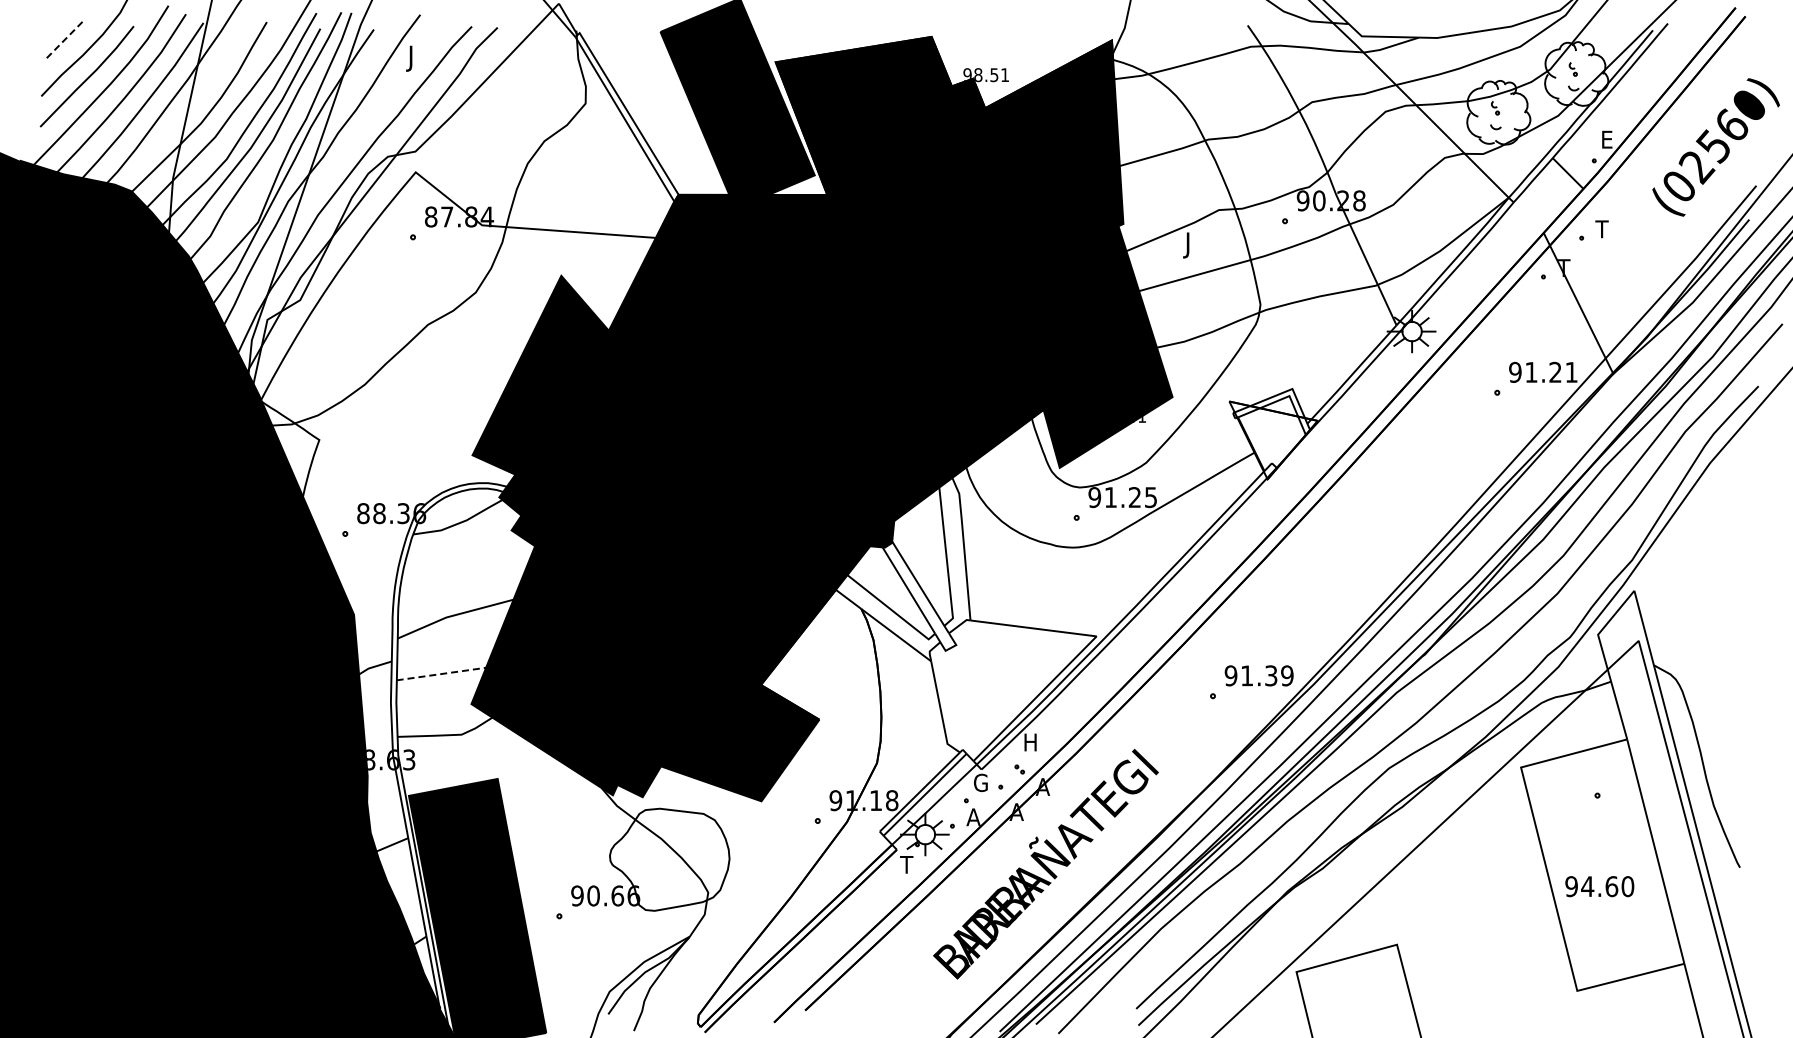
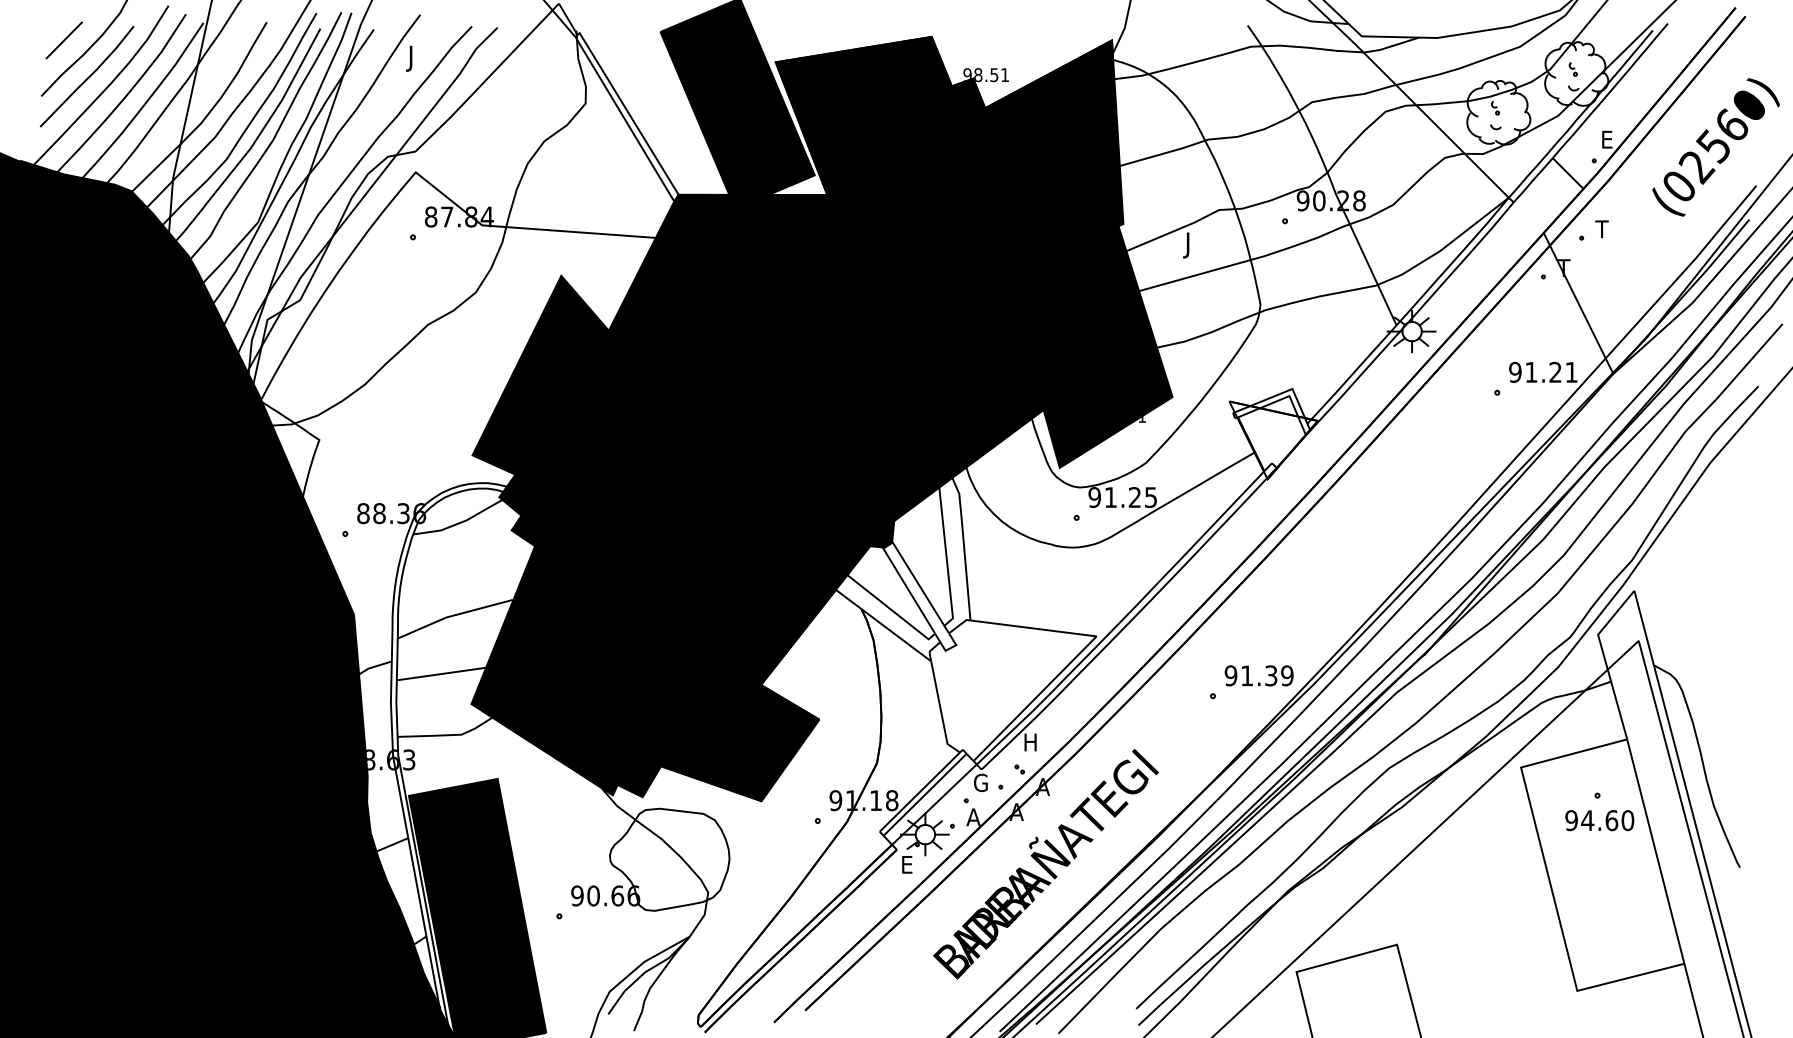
line at (63, 40): dashed -> solid
line at (441, 674): dashed -> solid
text at (906, 864): T -> E
text at (1599, 886) position: (1599, 886) -> (1599, 820)
